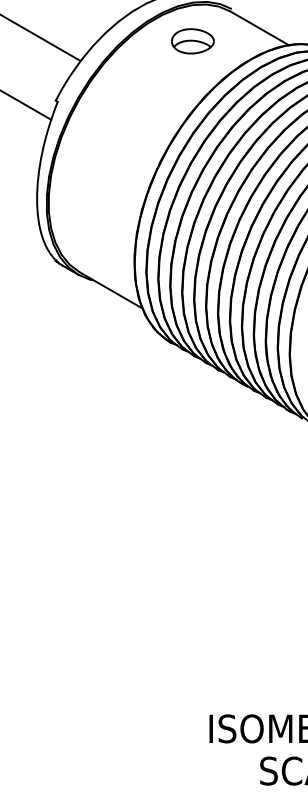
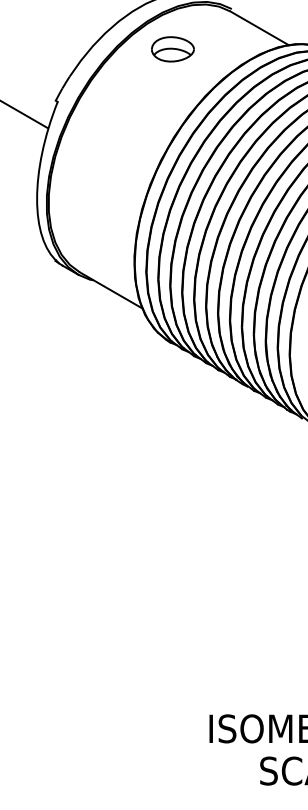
line at (41, 38): present -> none
part at (192, 41) position: (192, 41) -> (172, 49)
line at (26, 105) position: (26, 105) -> (24, 114)
